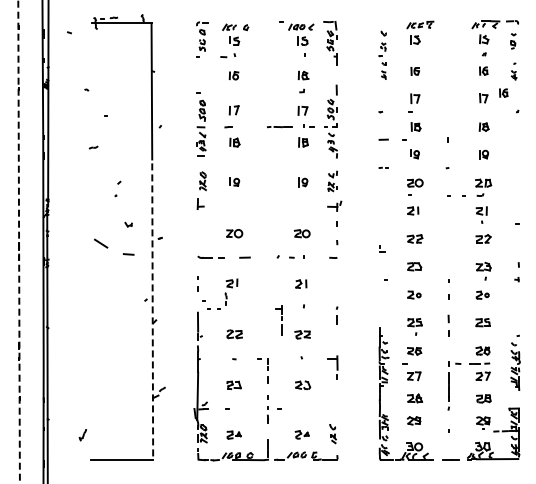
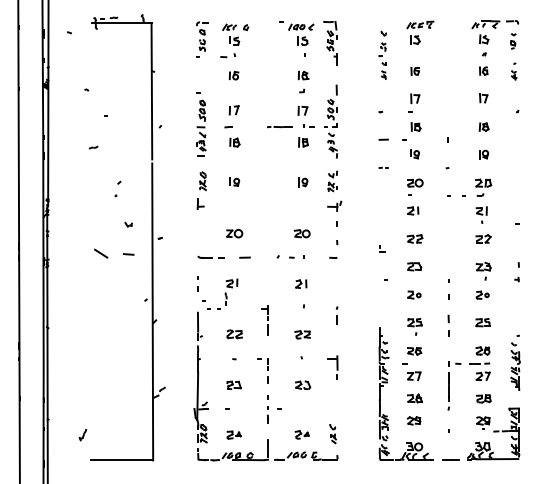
part at (503, 92): present -> none
line at (19, 242): dashed -> solid
line at (101, 243) position: (101, 243) -> (101, 253)
line at (152, 311): dashed -> solid
part at (278, 320) position: (278, 320) -> (264, 320)
